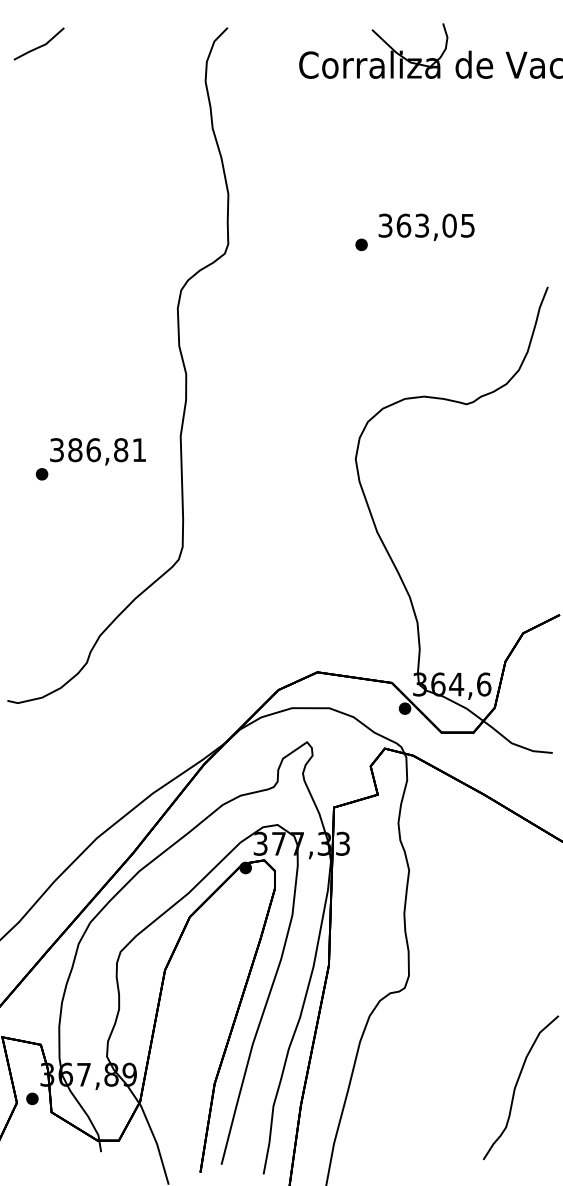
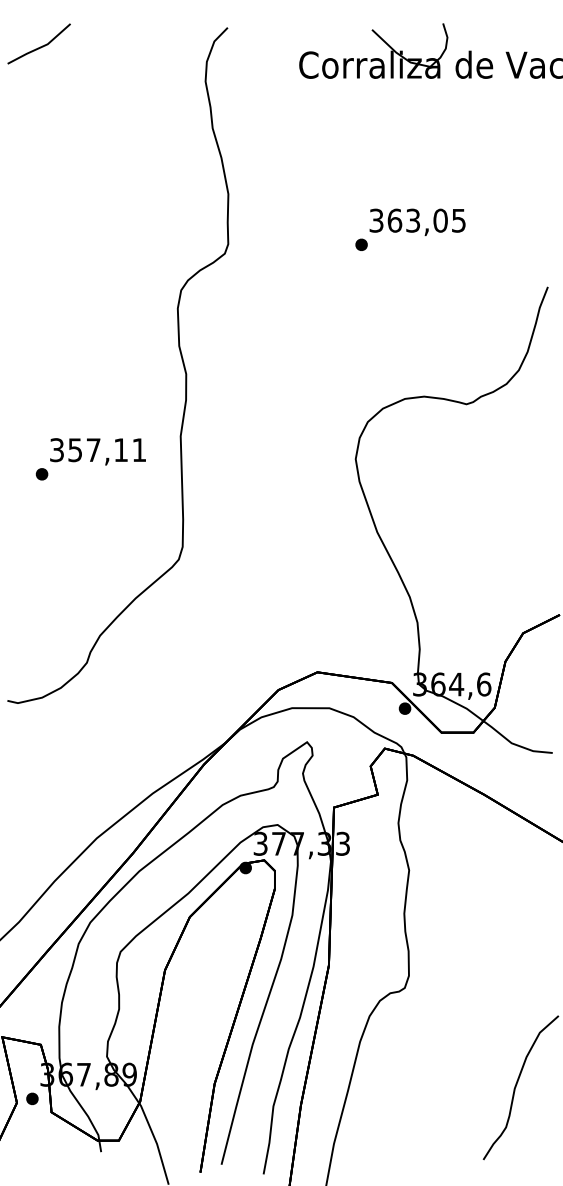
part at (38, 43) size: 52x34 px -> 64x42 px
text at (426, 226) position: (426, 226) -> (417, 221)
text at (98, 450): 386,81 -> 357,11
